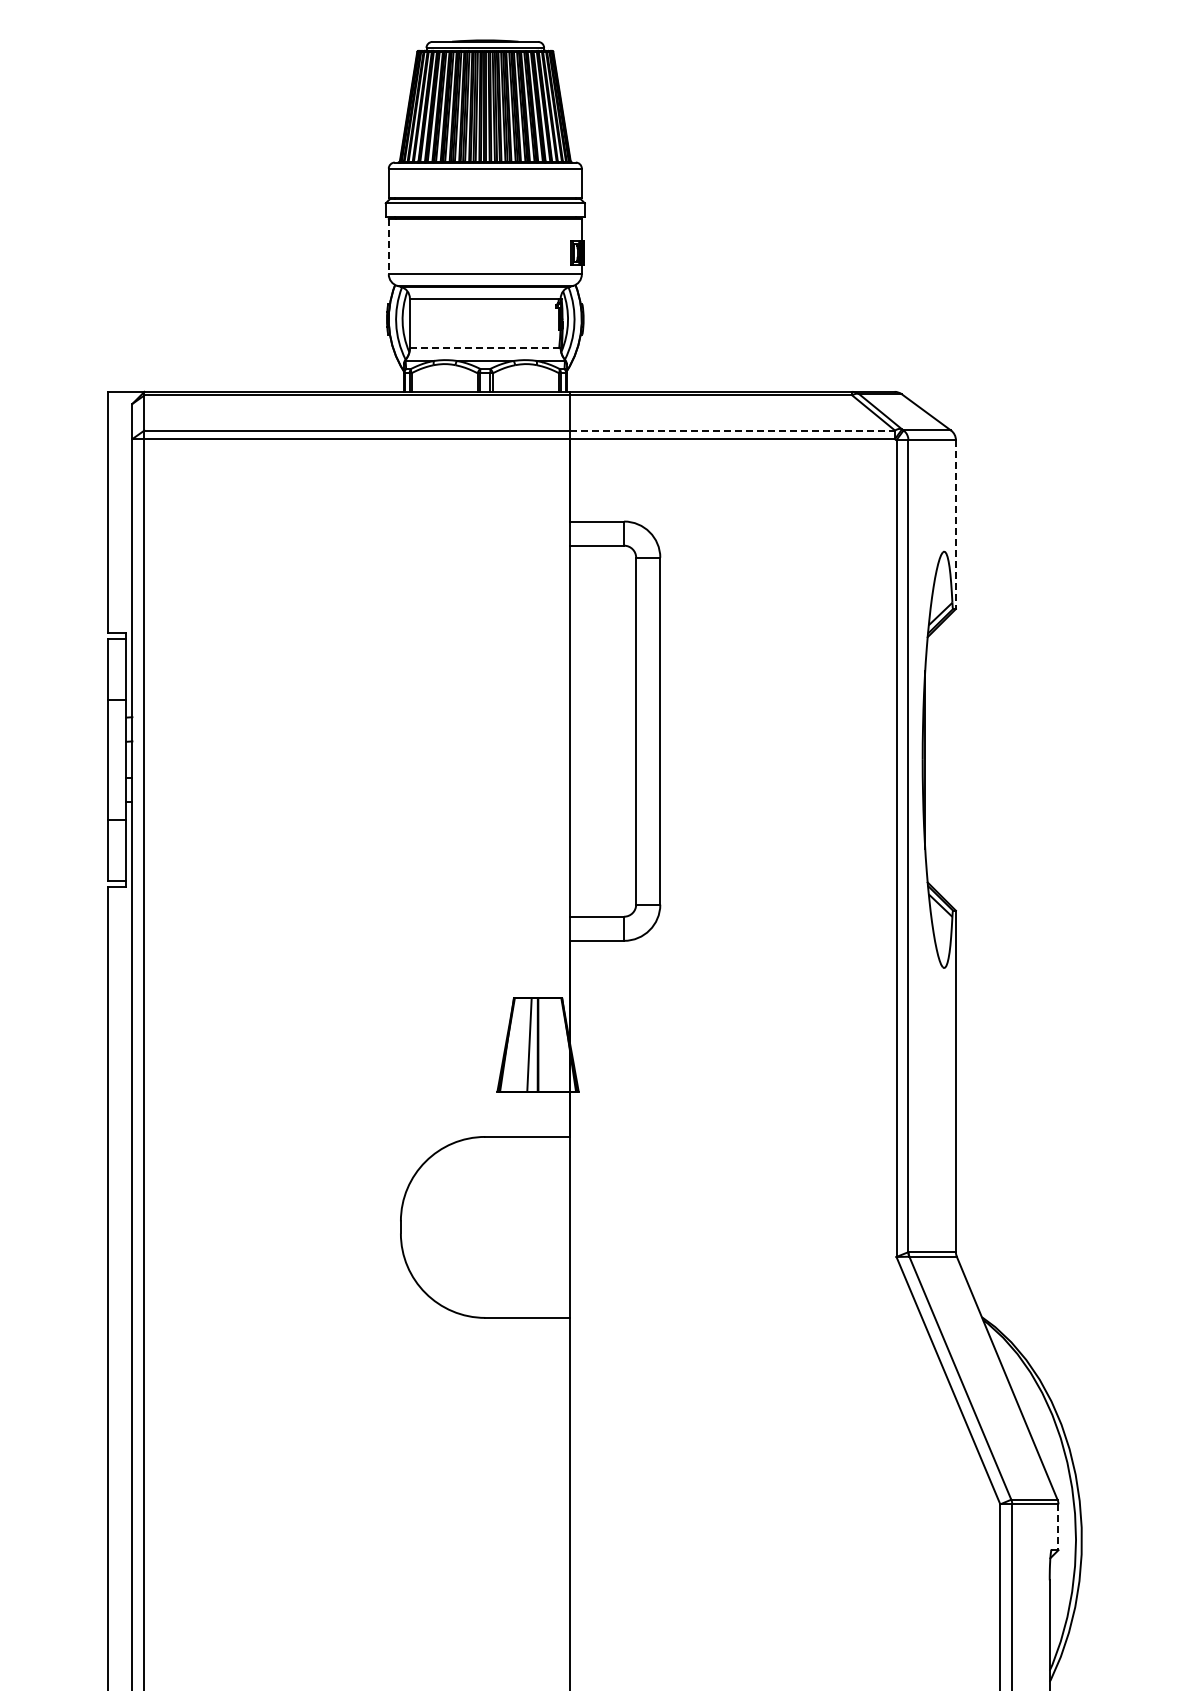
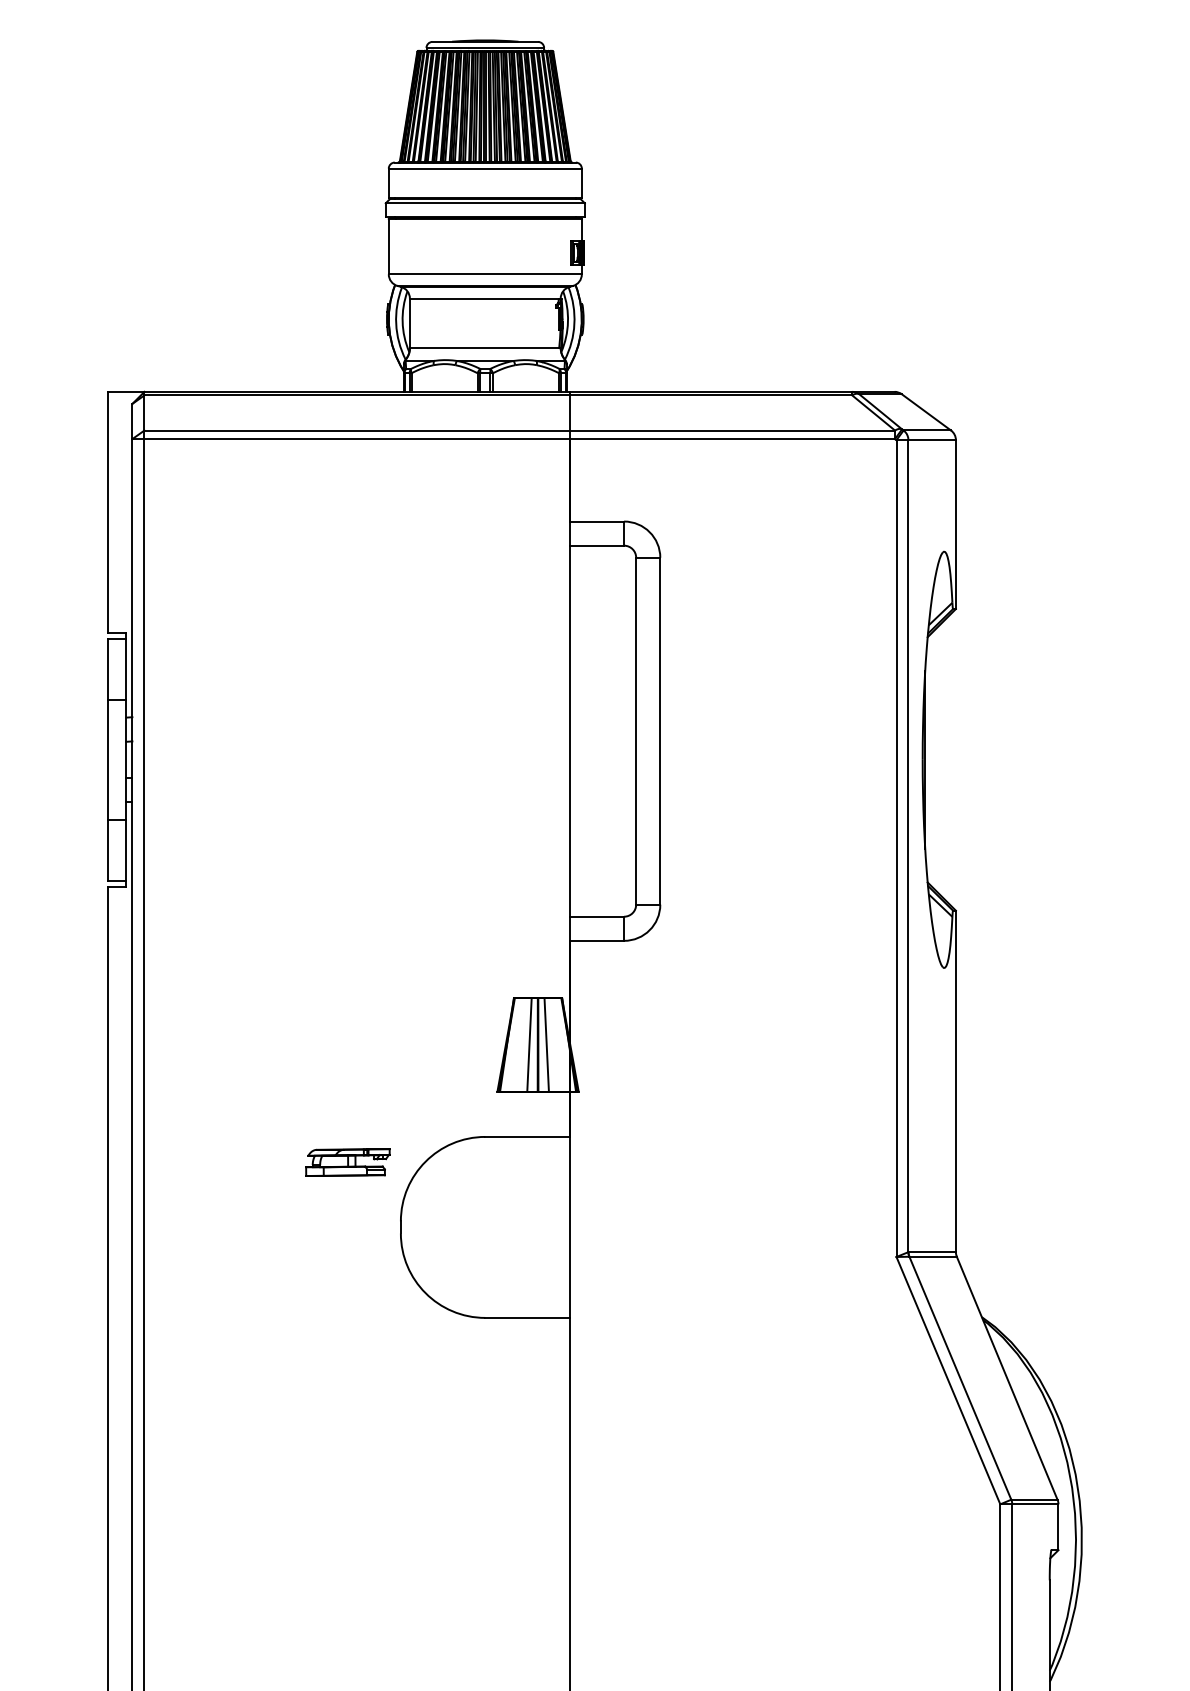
line at (388, 246): dashed -> solid
line at (485, 348): dashed -> solid
line at (732, 430): dashed -> solid
line at (955, 525): dashed -> solid
line at (546, 1044): none -> present
part at (347, 1162): none -> present
line at (1058, 1527): dashed -> solid
